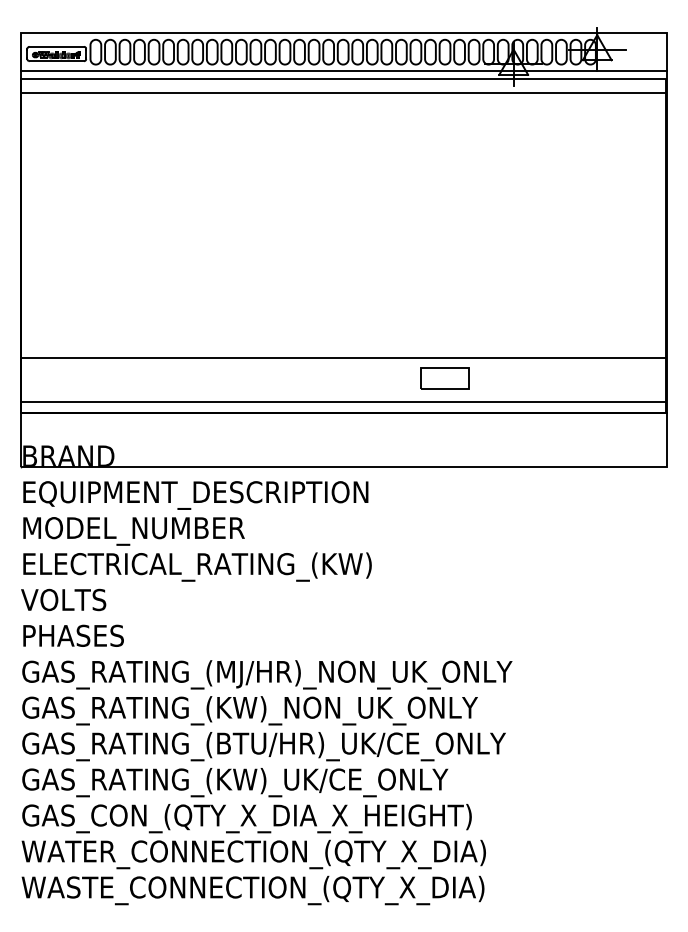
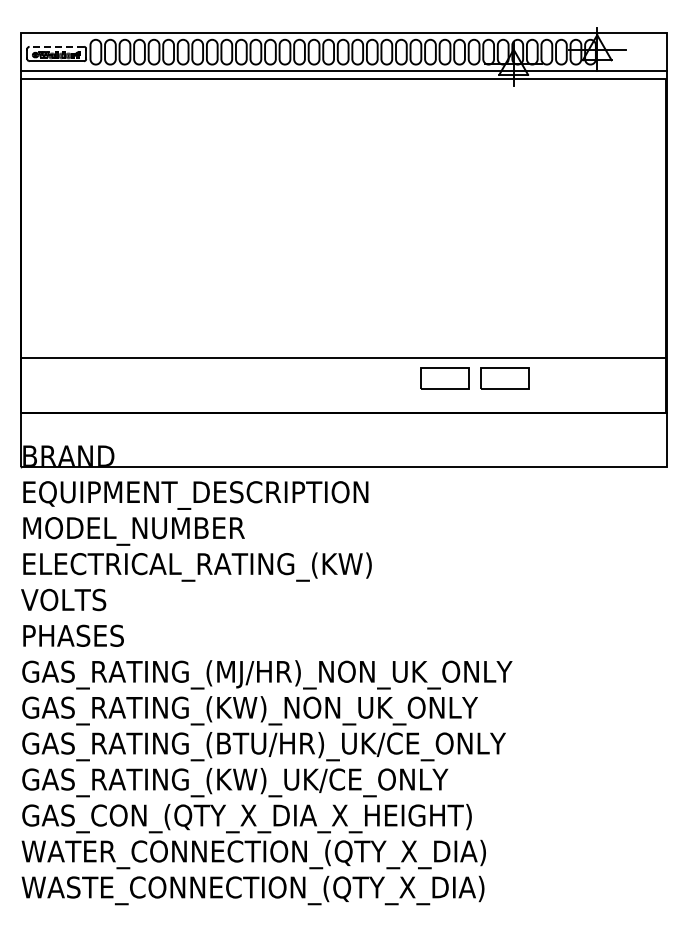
line at (56, 46): solid -> dashed
line at (343, 93): present -> none
part at (504, 378): none -> present
line at (343, 401): present -> none
